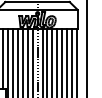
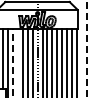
line at (86, 48): solid -> dashed
line at (17, 61): present -> none
line at (12, 62): solid -> dashed
